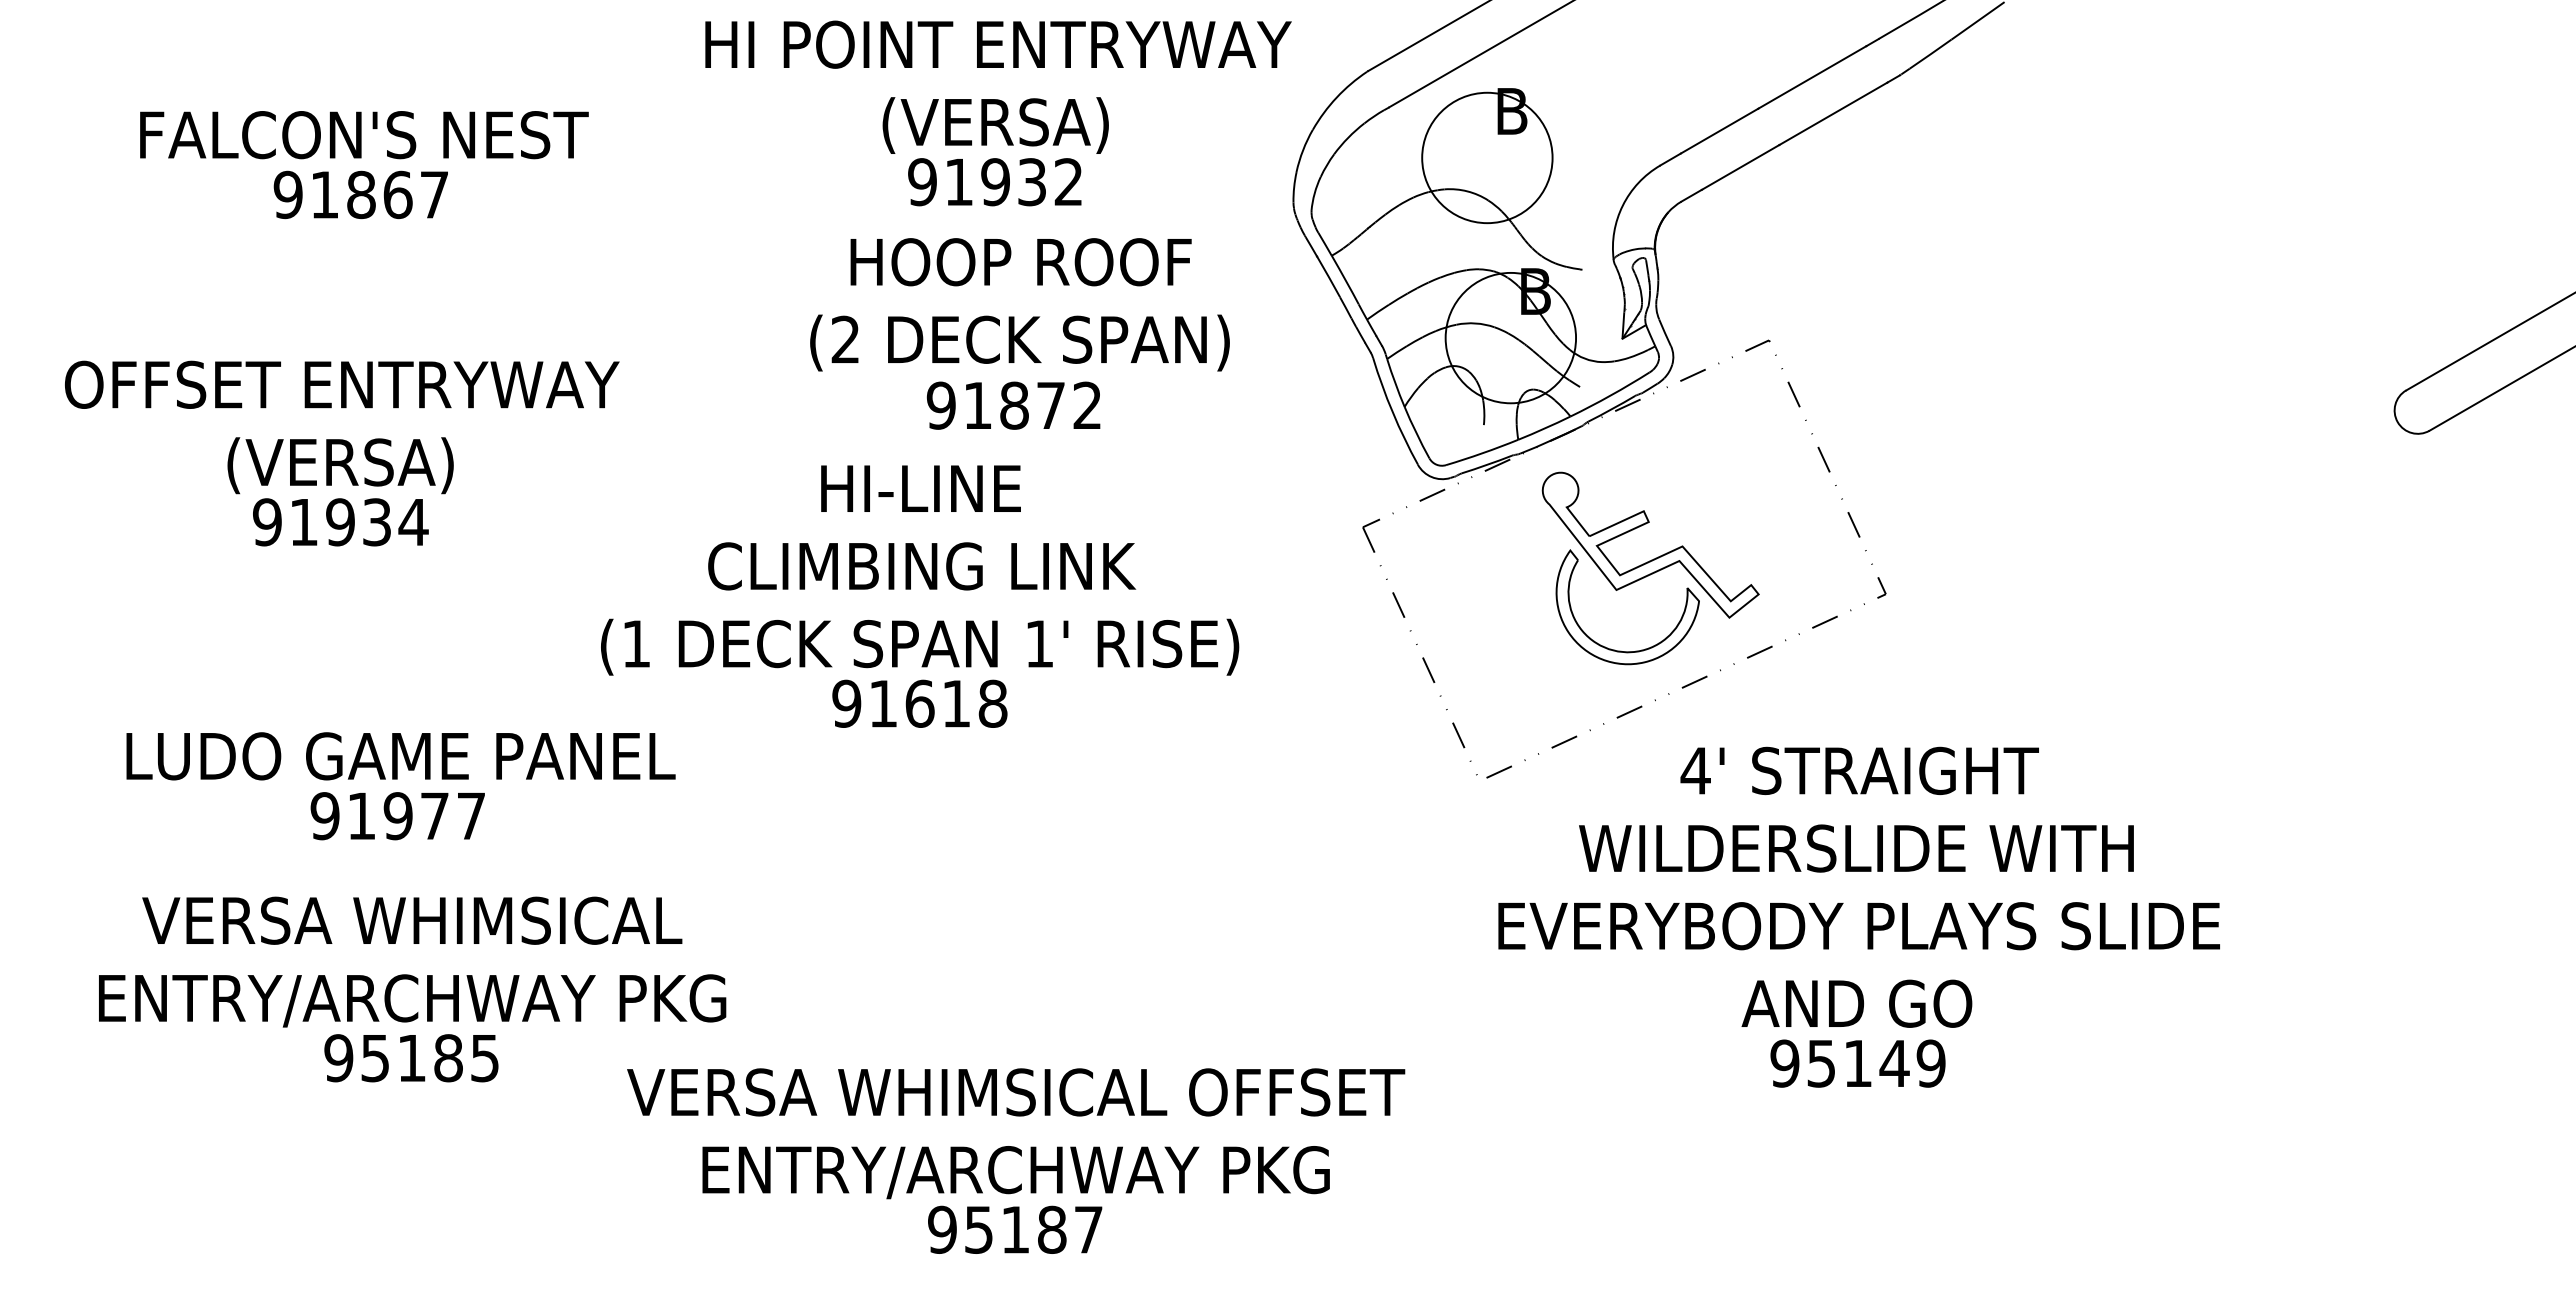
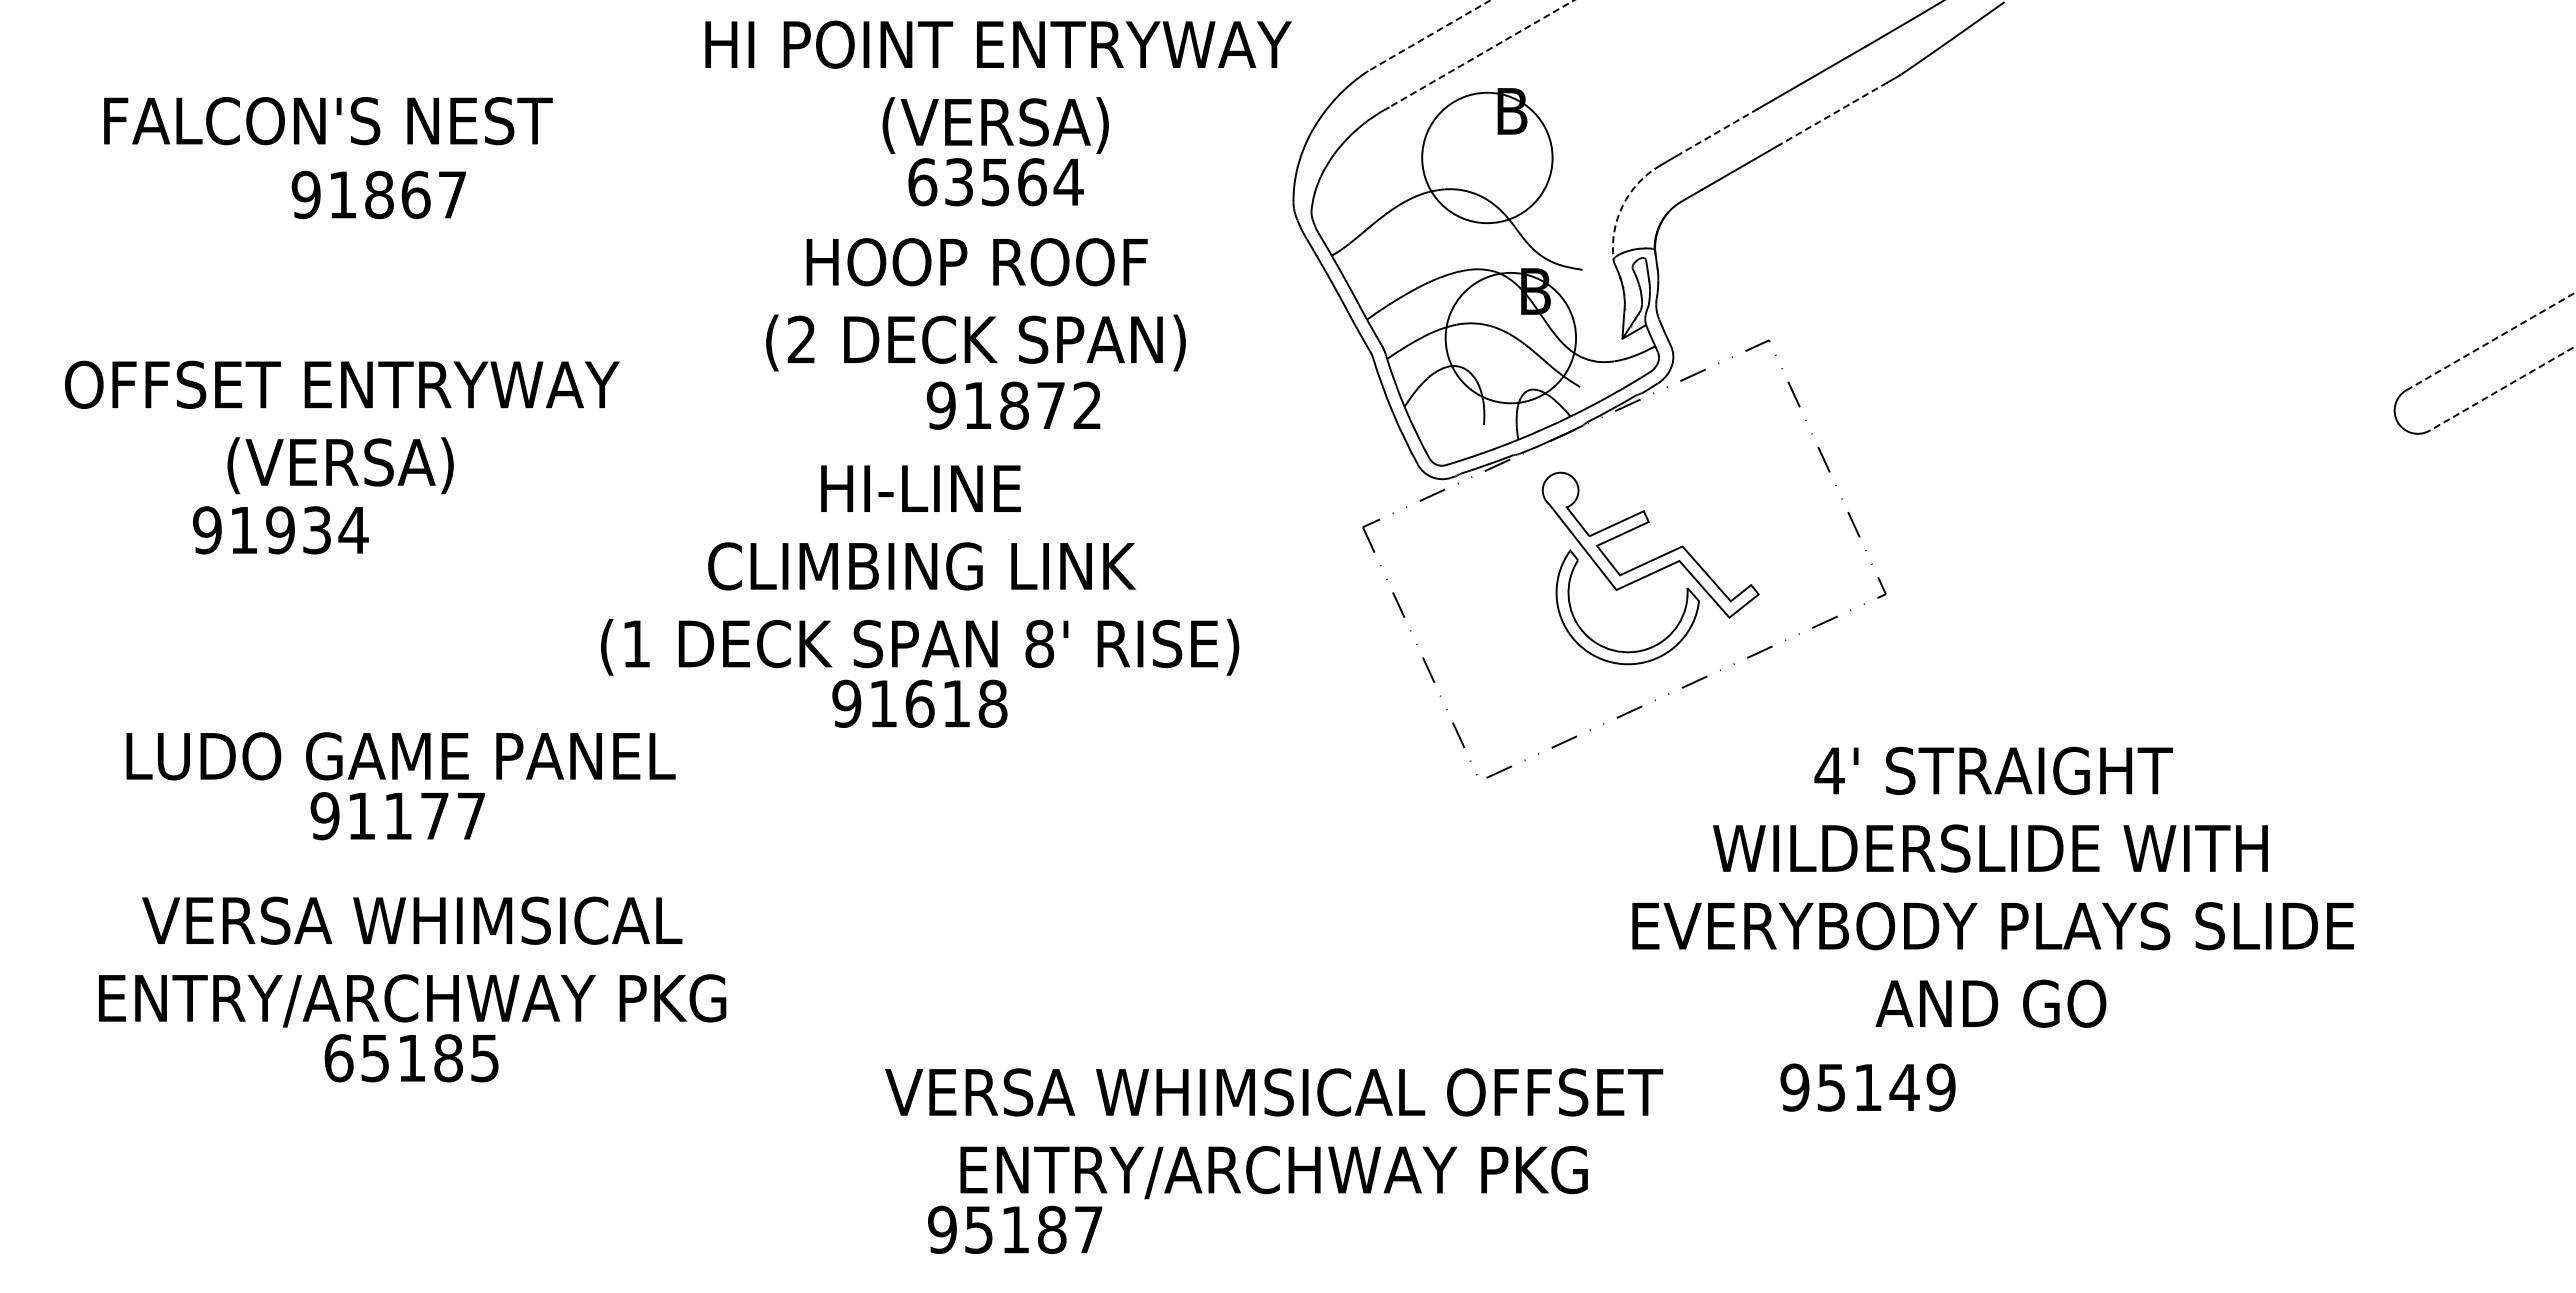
line at (1429, 35): solid -> dashed
line at (1481, 53): solid -> dashed
line at (1832, 114): solid -> dashed
line at (1719, 131): solid -> dashed
text at (364, 135) position: (364, 135) -> (328, 121)
text at (995, 182): 91932 -> 63564
text at (360, 194) position: (360, 194) -> (378, 194)
arc at (1622, 205): solid -> dashed
text at (1019, 304) position: (1019, 304) -> (975, 304)
line at (2491, 341): solid -> dashed
line at (2502, 388): solid -> dashed
text at (340, 522) position: (340, 522) -> (280, 530)
text at (1039, 643): 1' -> 8'
text at (397, 816): 91977 -> 91177
text at (1858, 886) position: (1858, 886) -> (1992, 886)
text at (338, 1058): 95185 -> 65185
text at (1857, 1063) position: (1857, 1063) -> (1867, 1087)
text at (1016, 1133) position: (1016, 1133) -> (1274, 1133)
